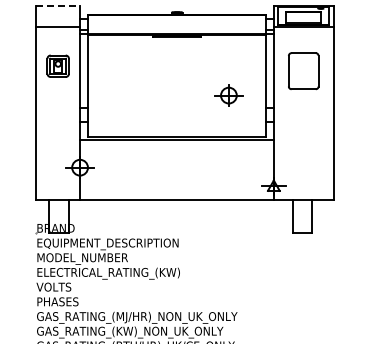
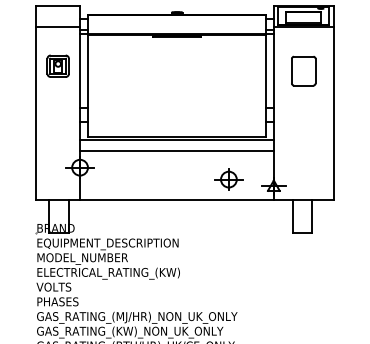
line at (58, 6): dashed -> solid
part at (303, 71) size: 32x39 px -> 26x32 px
part at (228, 95) position: (228, 95) -> (228, 179)
line at (176, 150): none -> present
